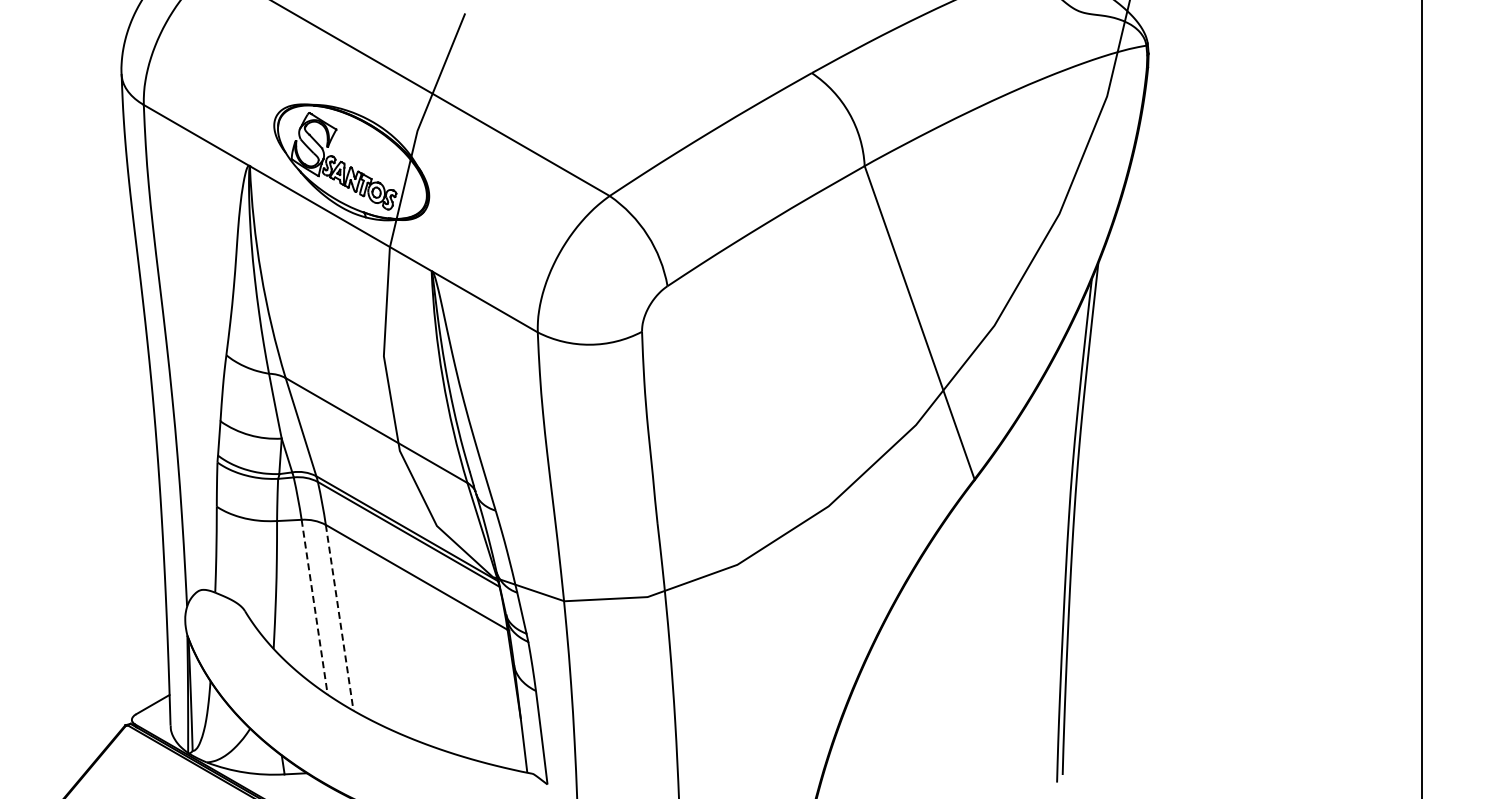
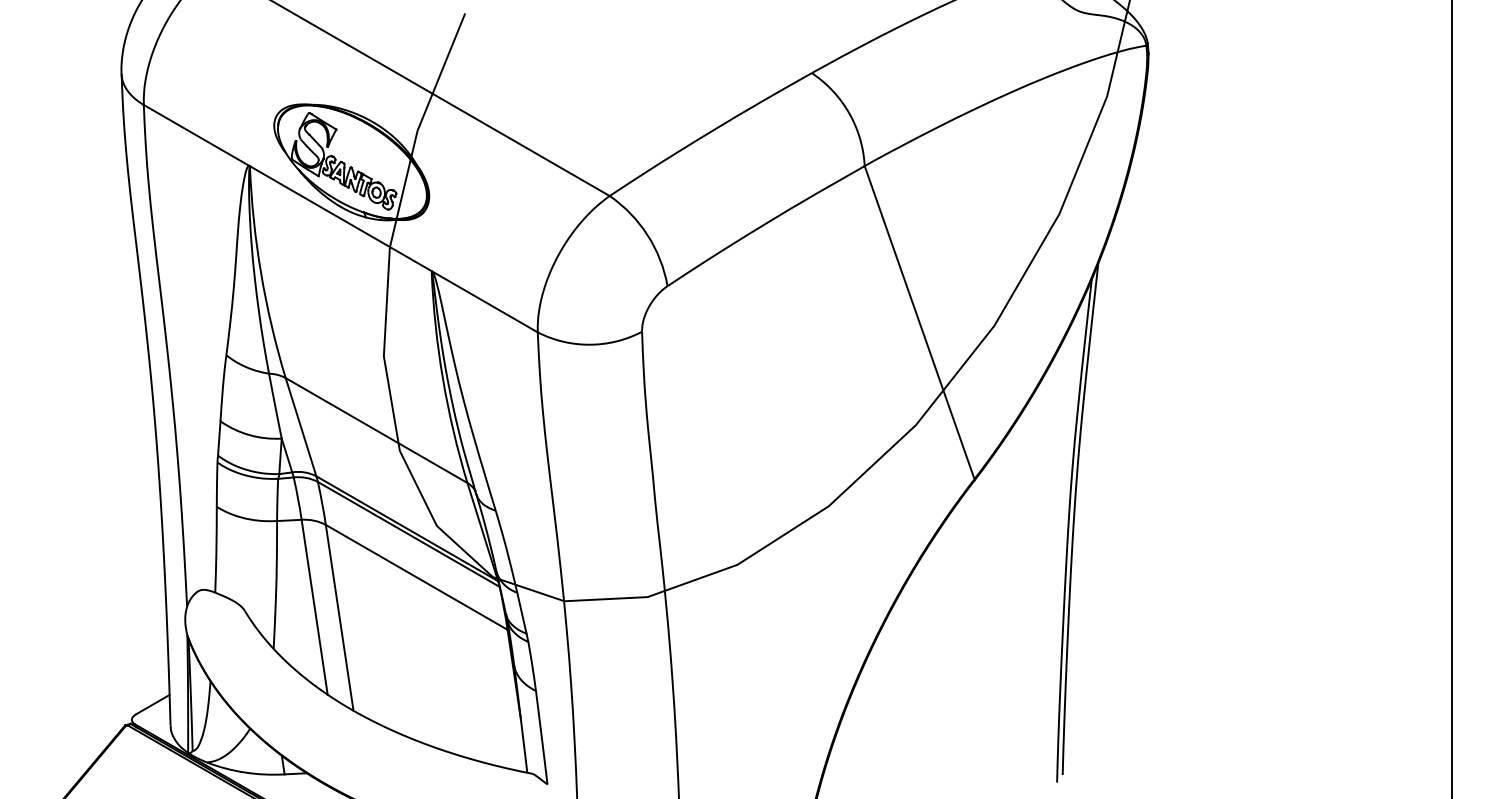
line at (1422, 398) position: (1422, 398) -> (1452, 398)
line at (314, 607): dashed -> solid
line at (339, 617): dashed -> solid
